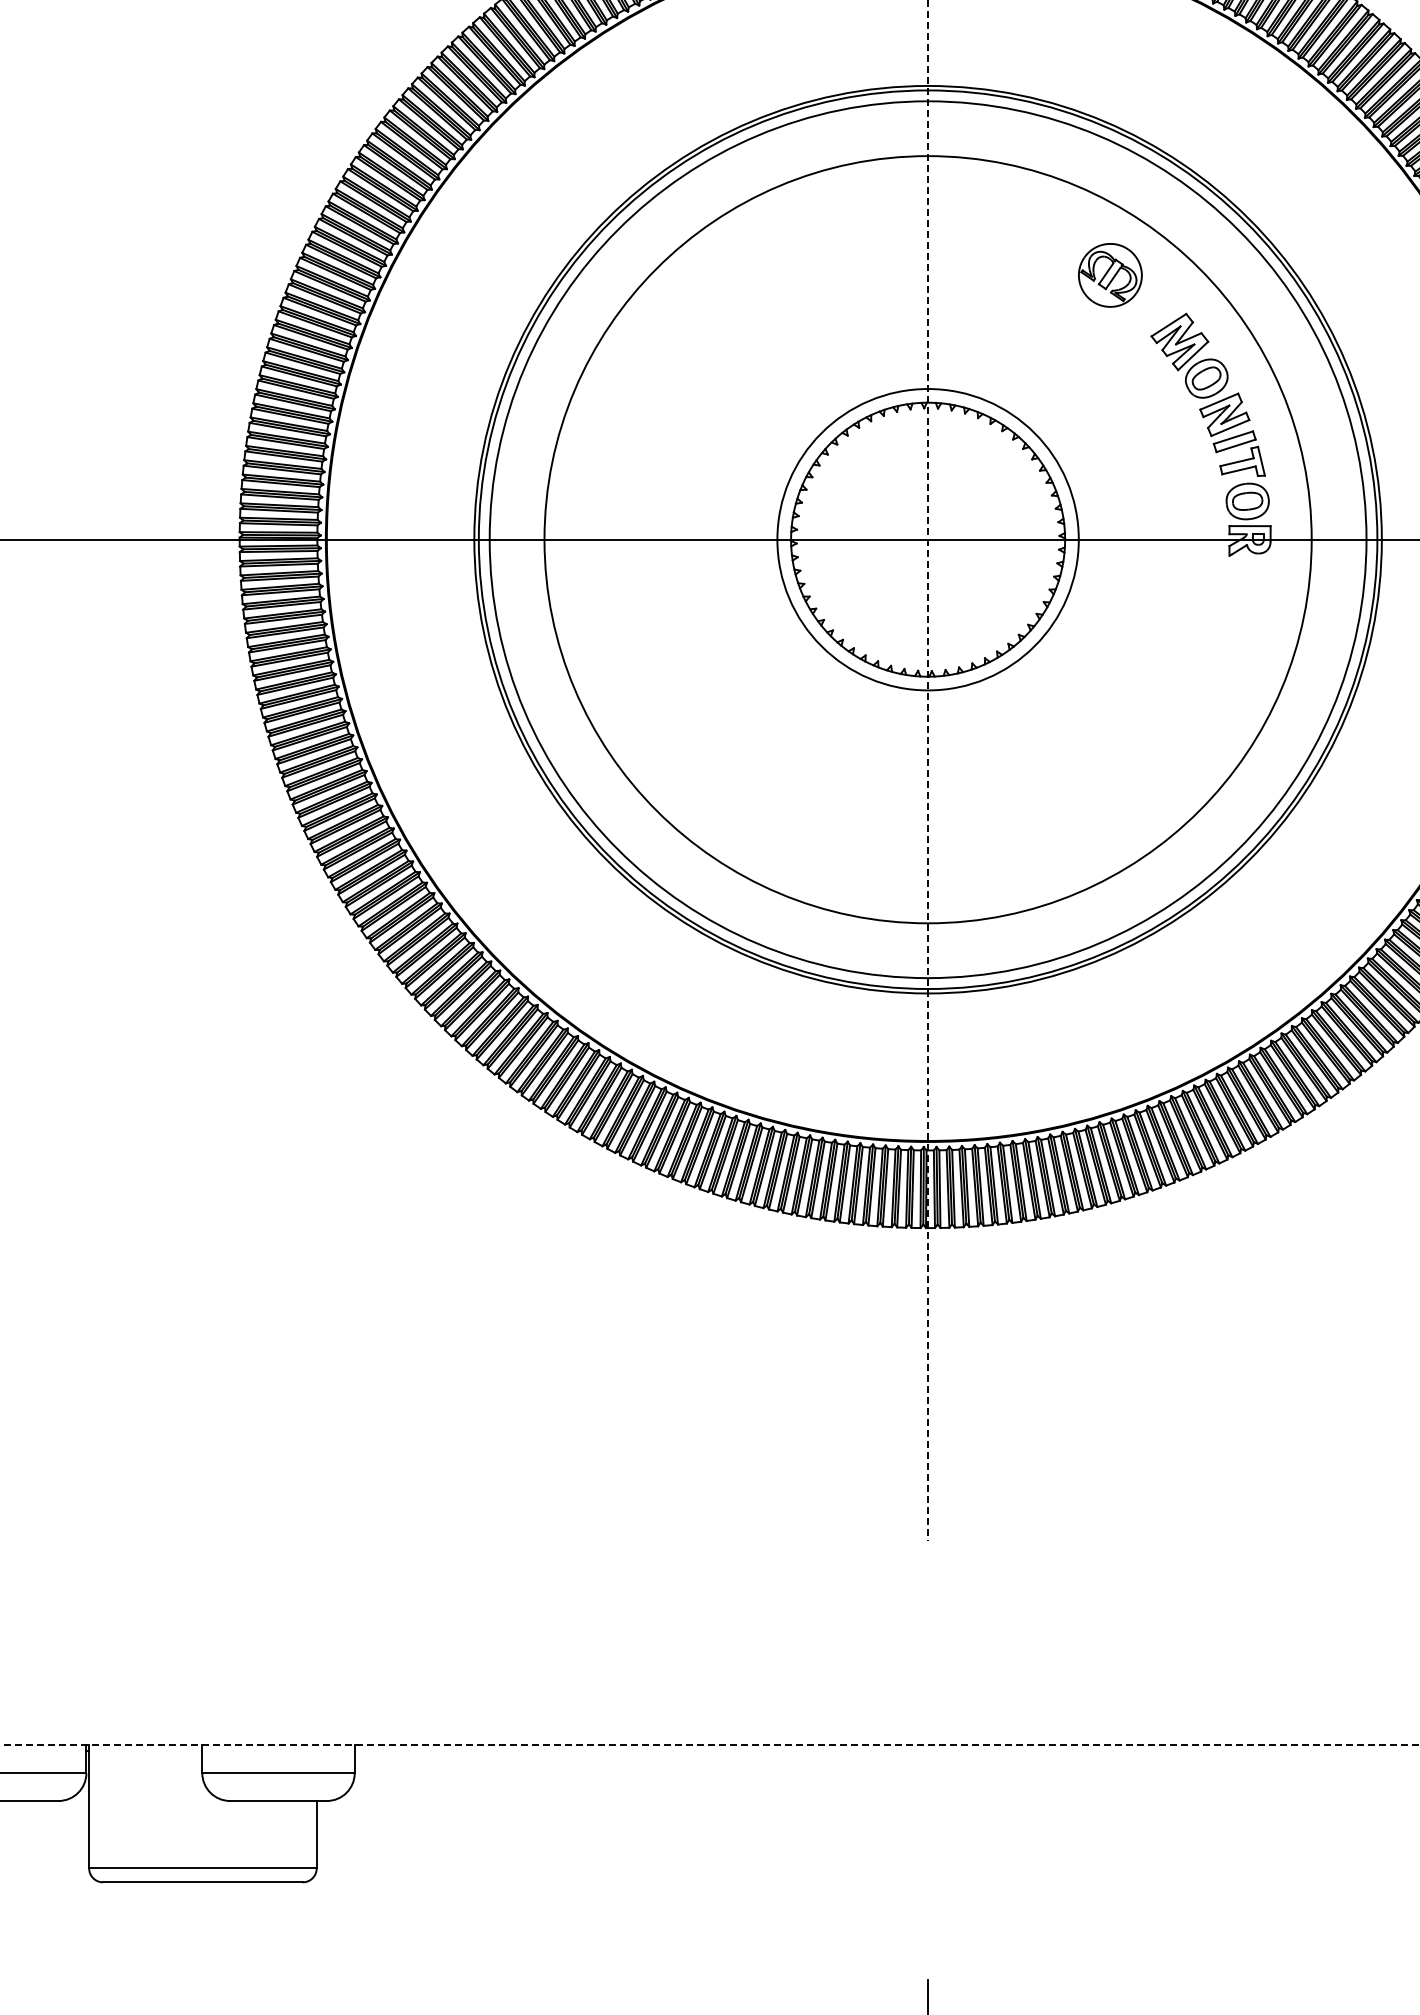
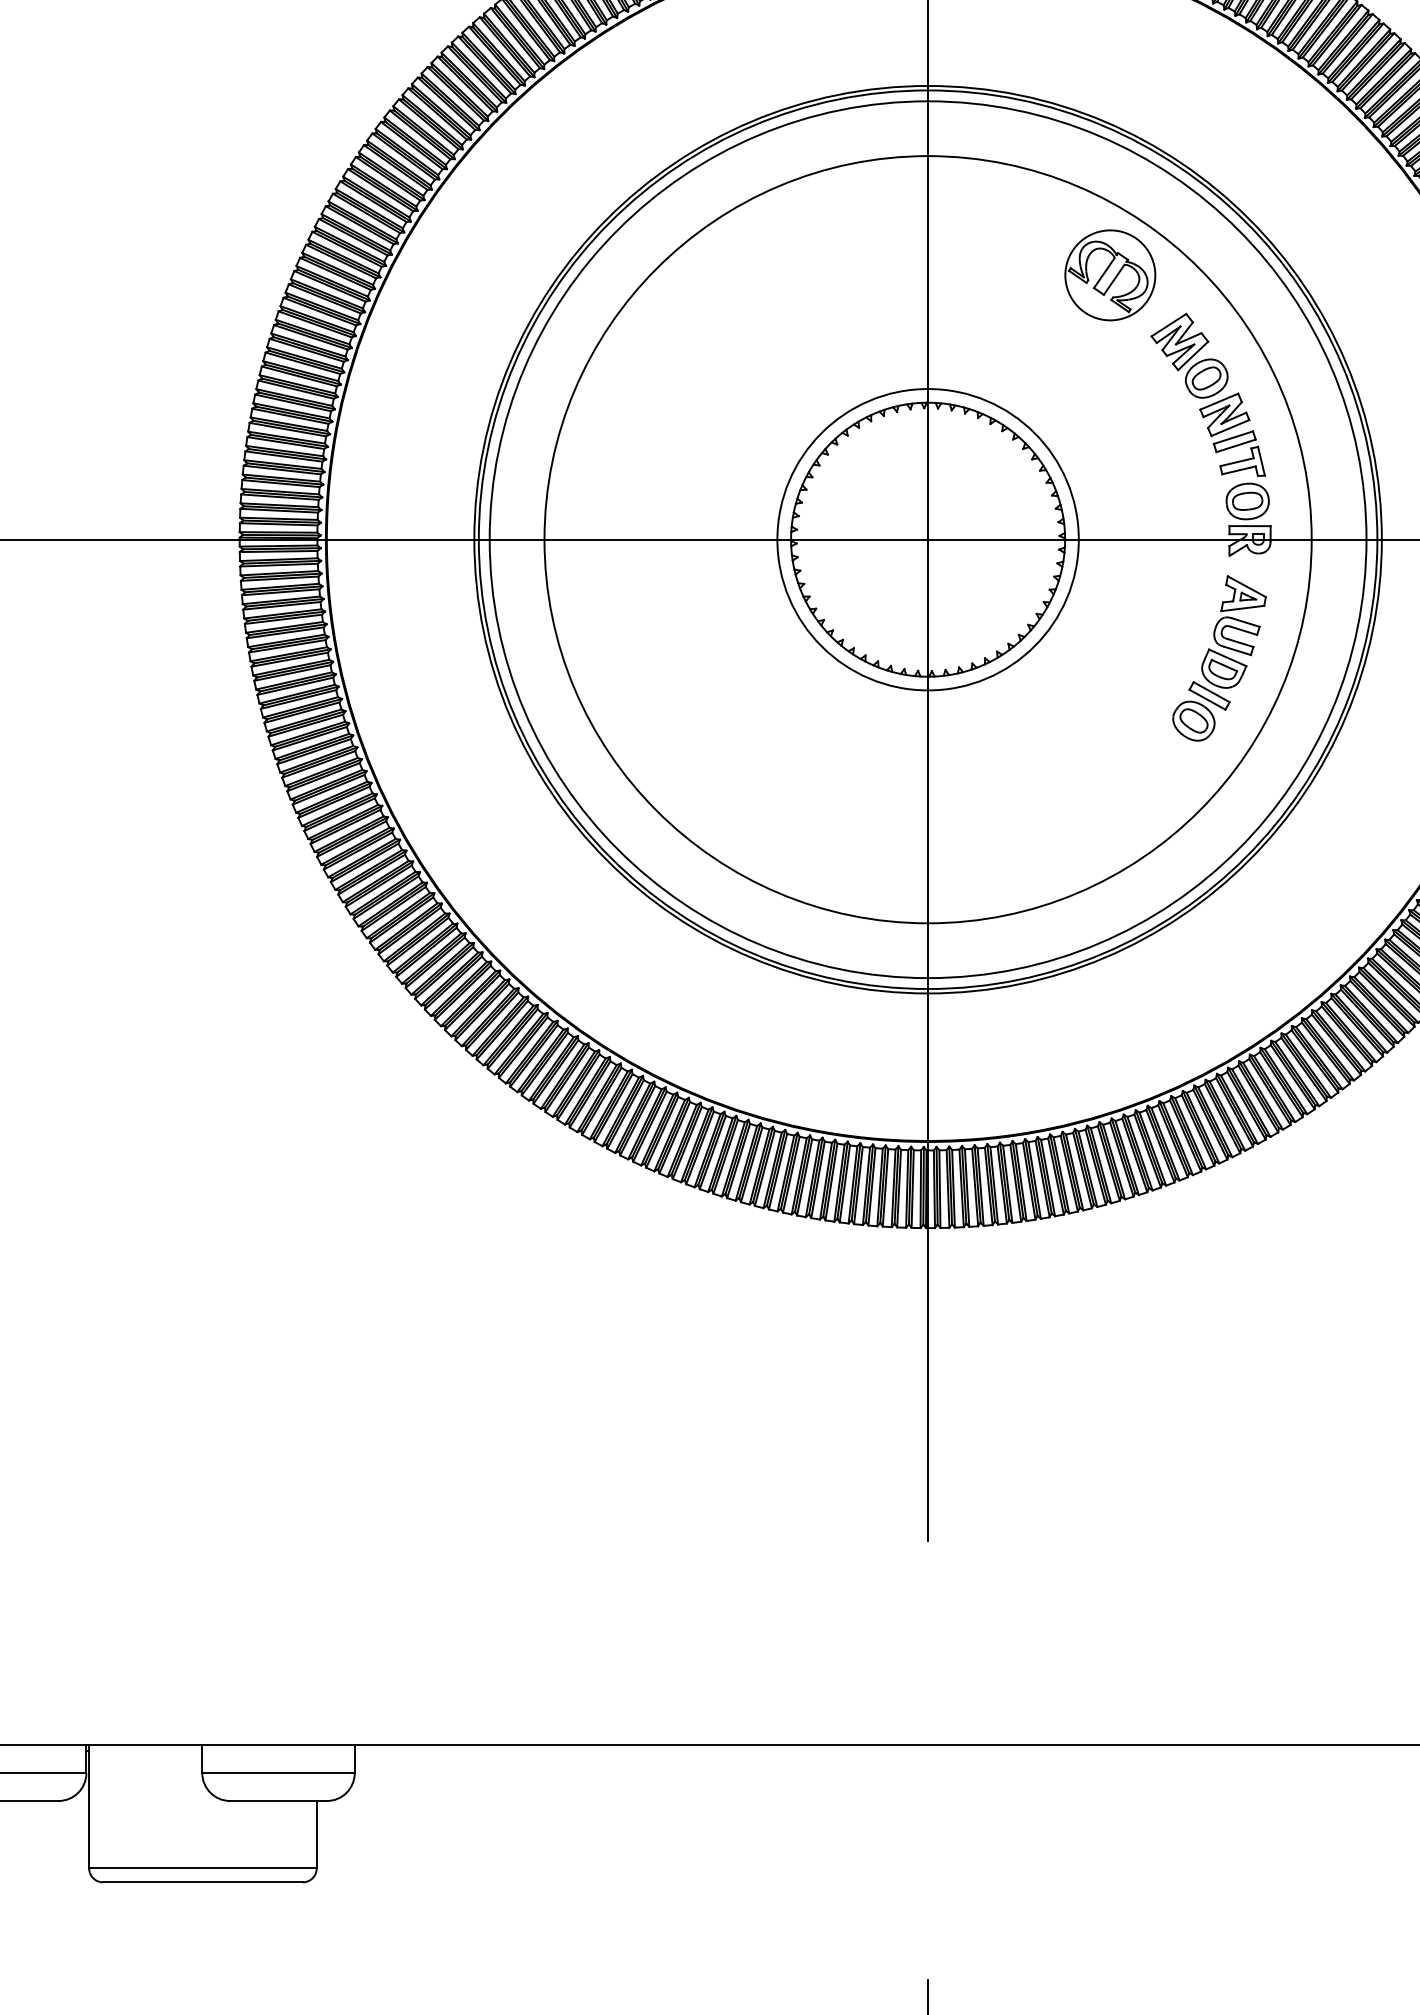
part at (1110, 275) size: 65x65 px -> 93x93 px
part at (1219, 658): none -> present
line at (928, 771): dashed -> solid
line at (710, 1745): dashed -> solid
